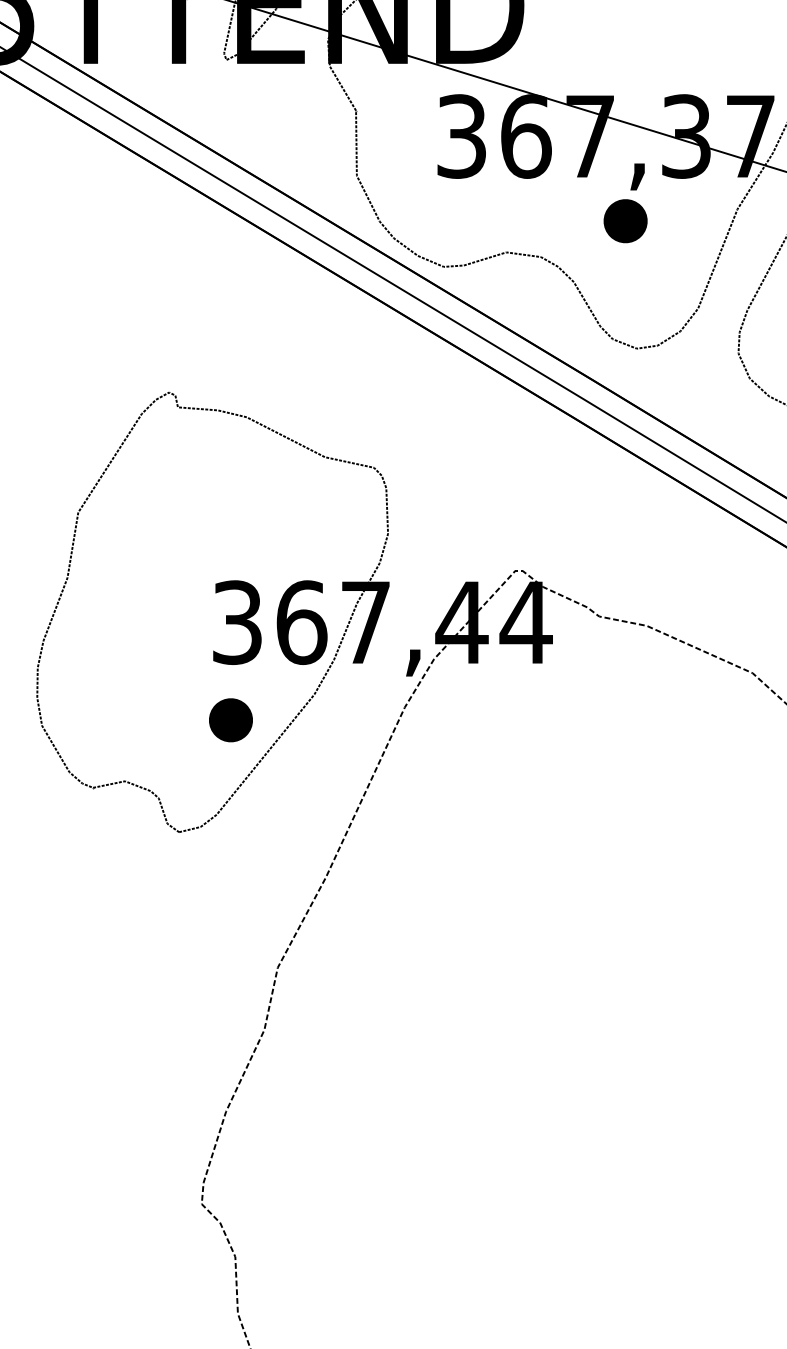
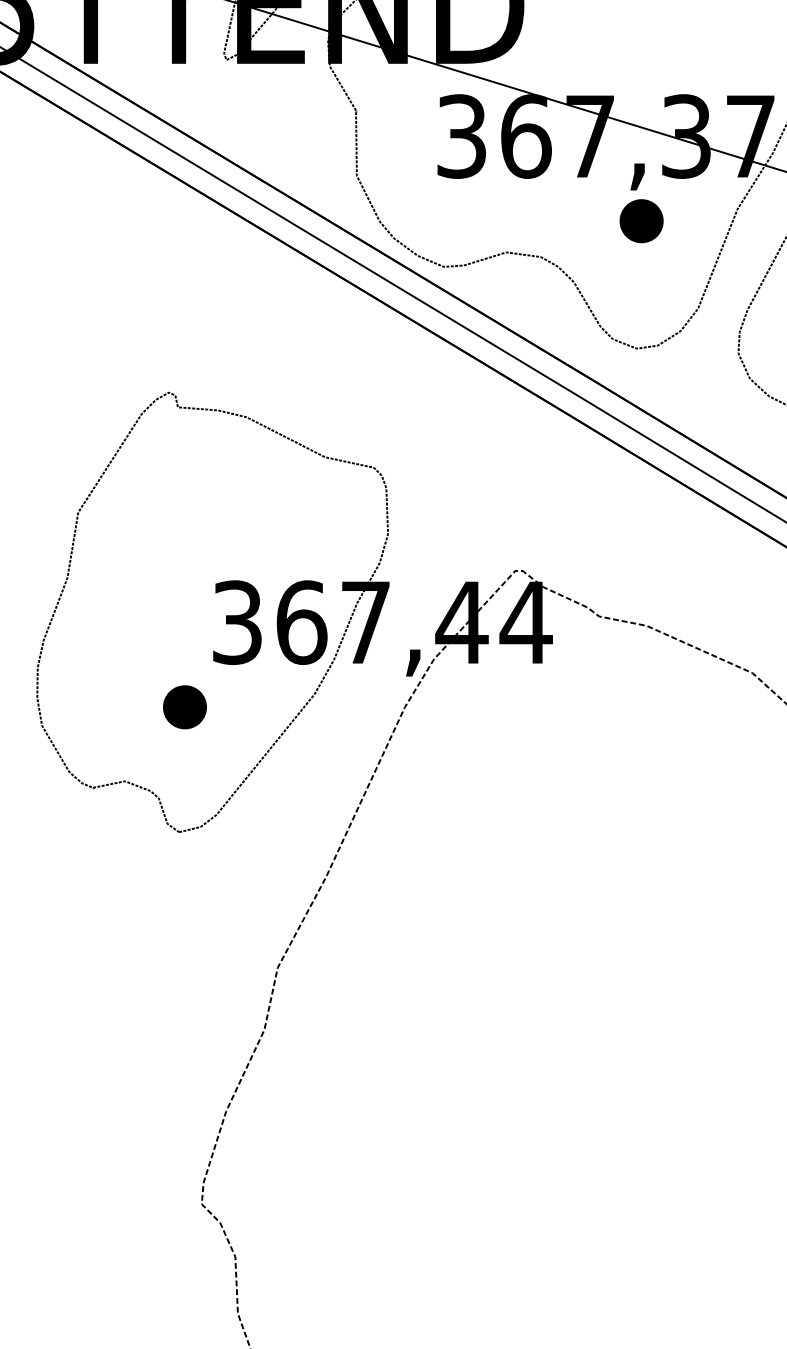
part at (625, 221) position: (625, 221) -> (641, 221)
part at (230, 720) position: (230, 720) -> (184, 707)
